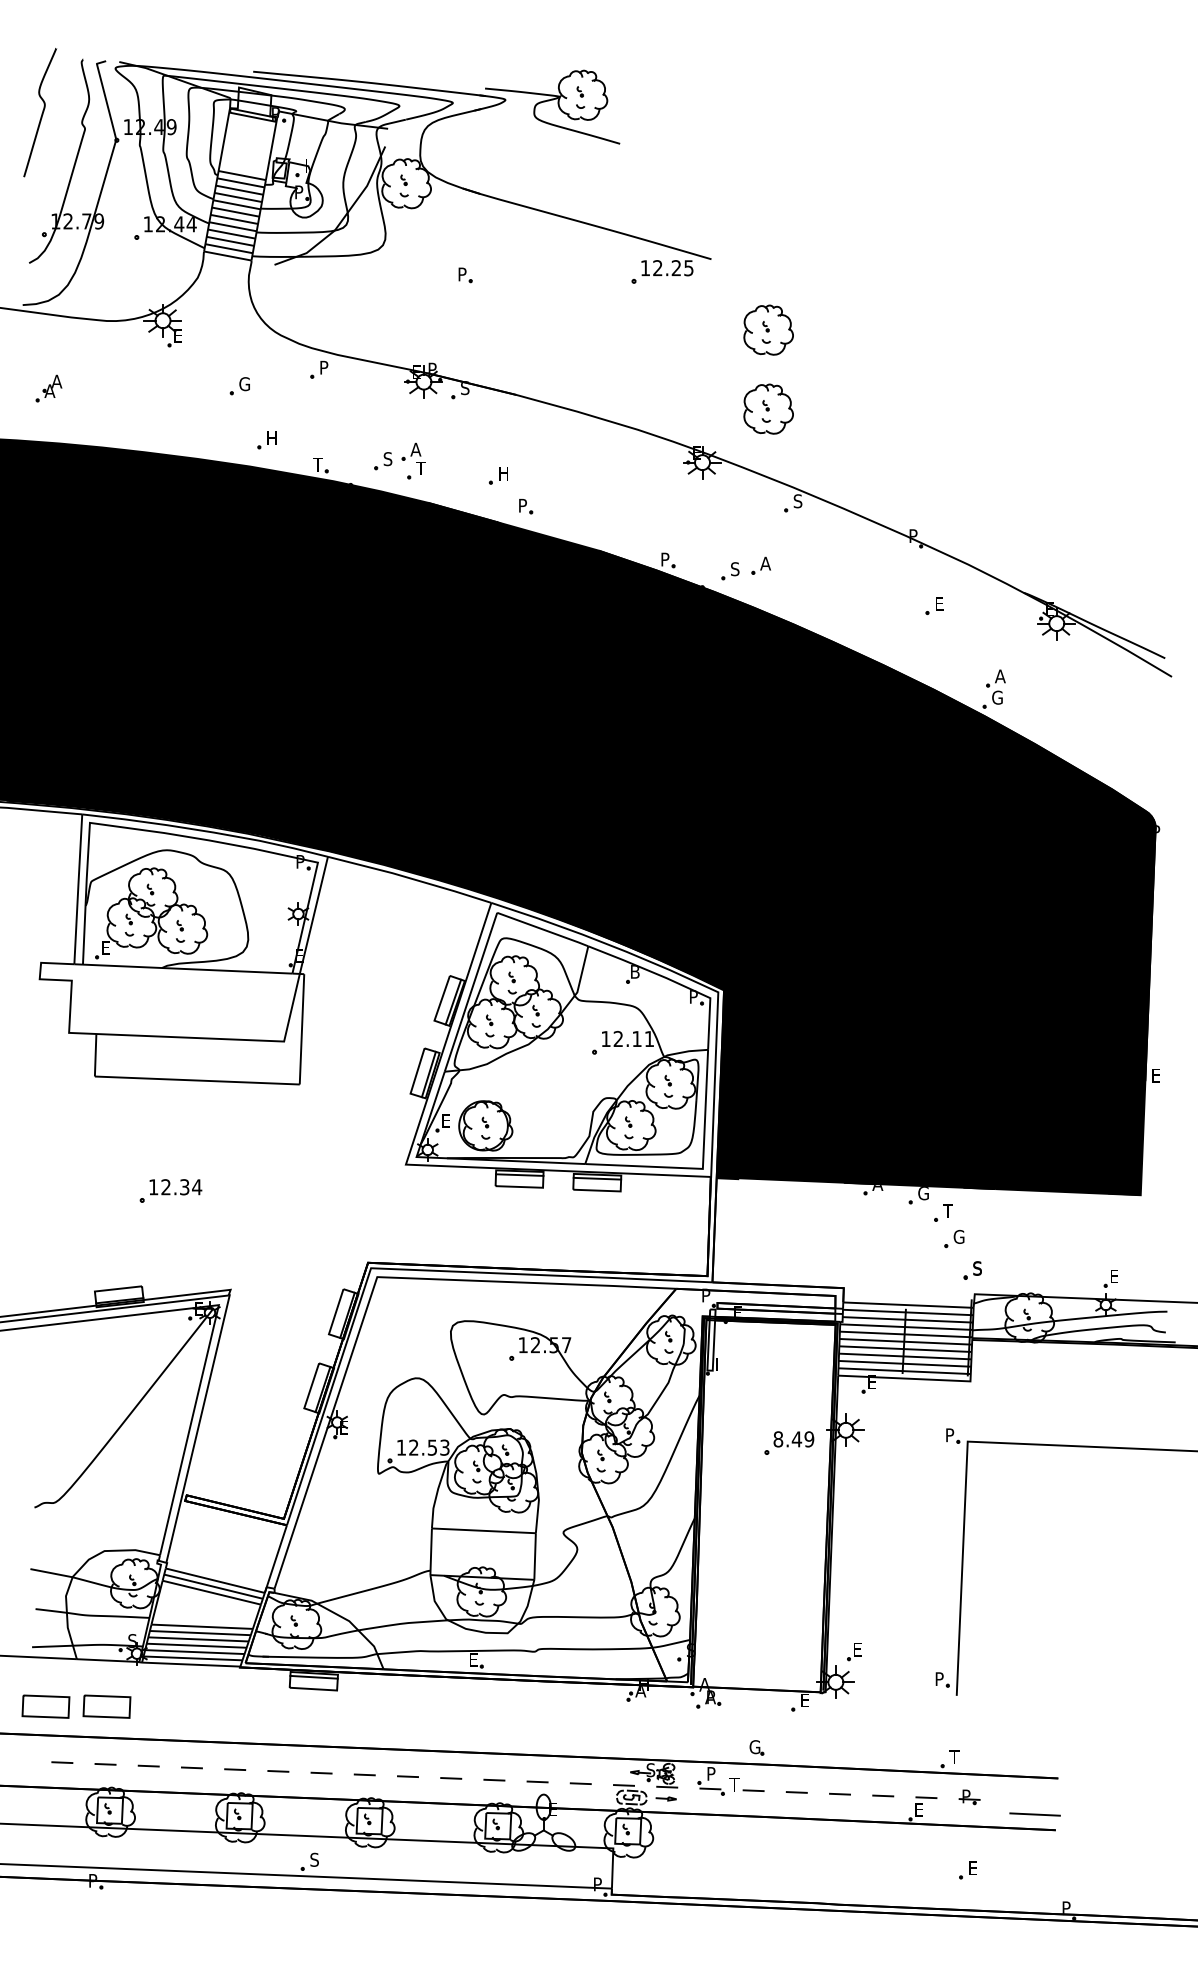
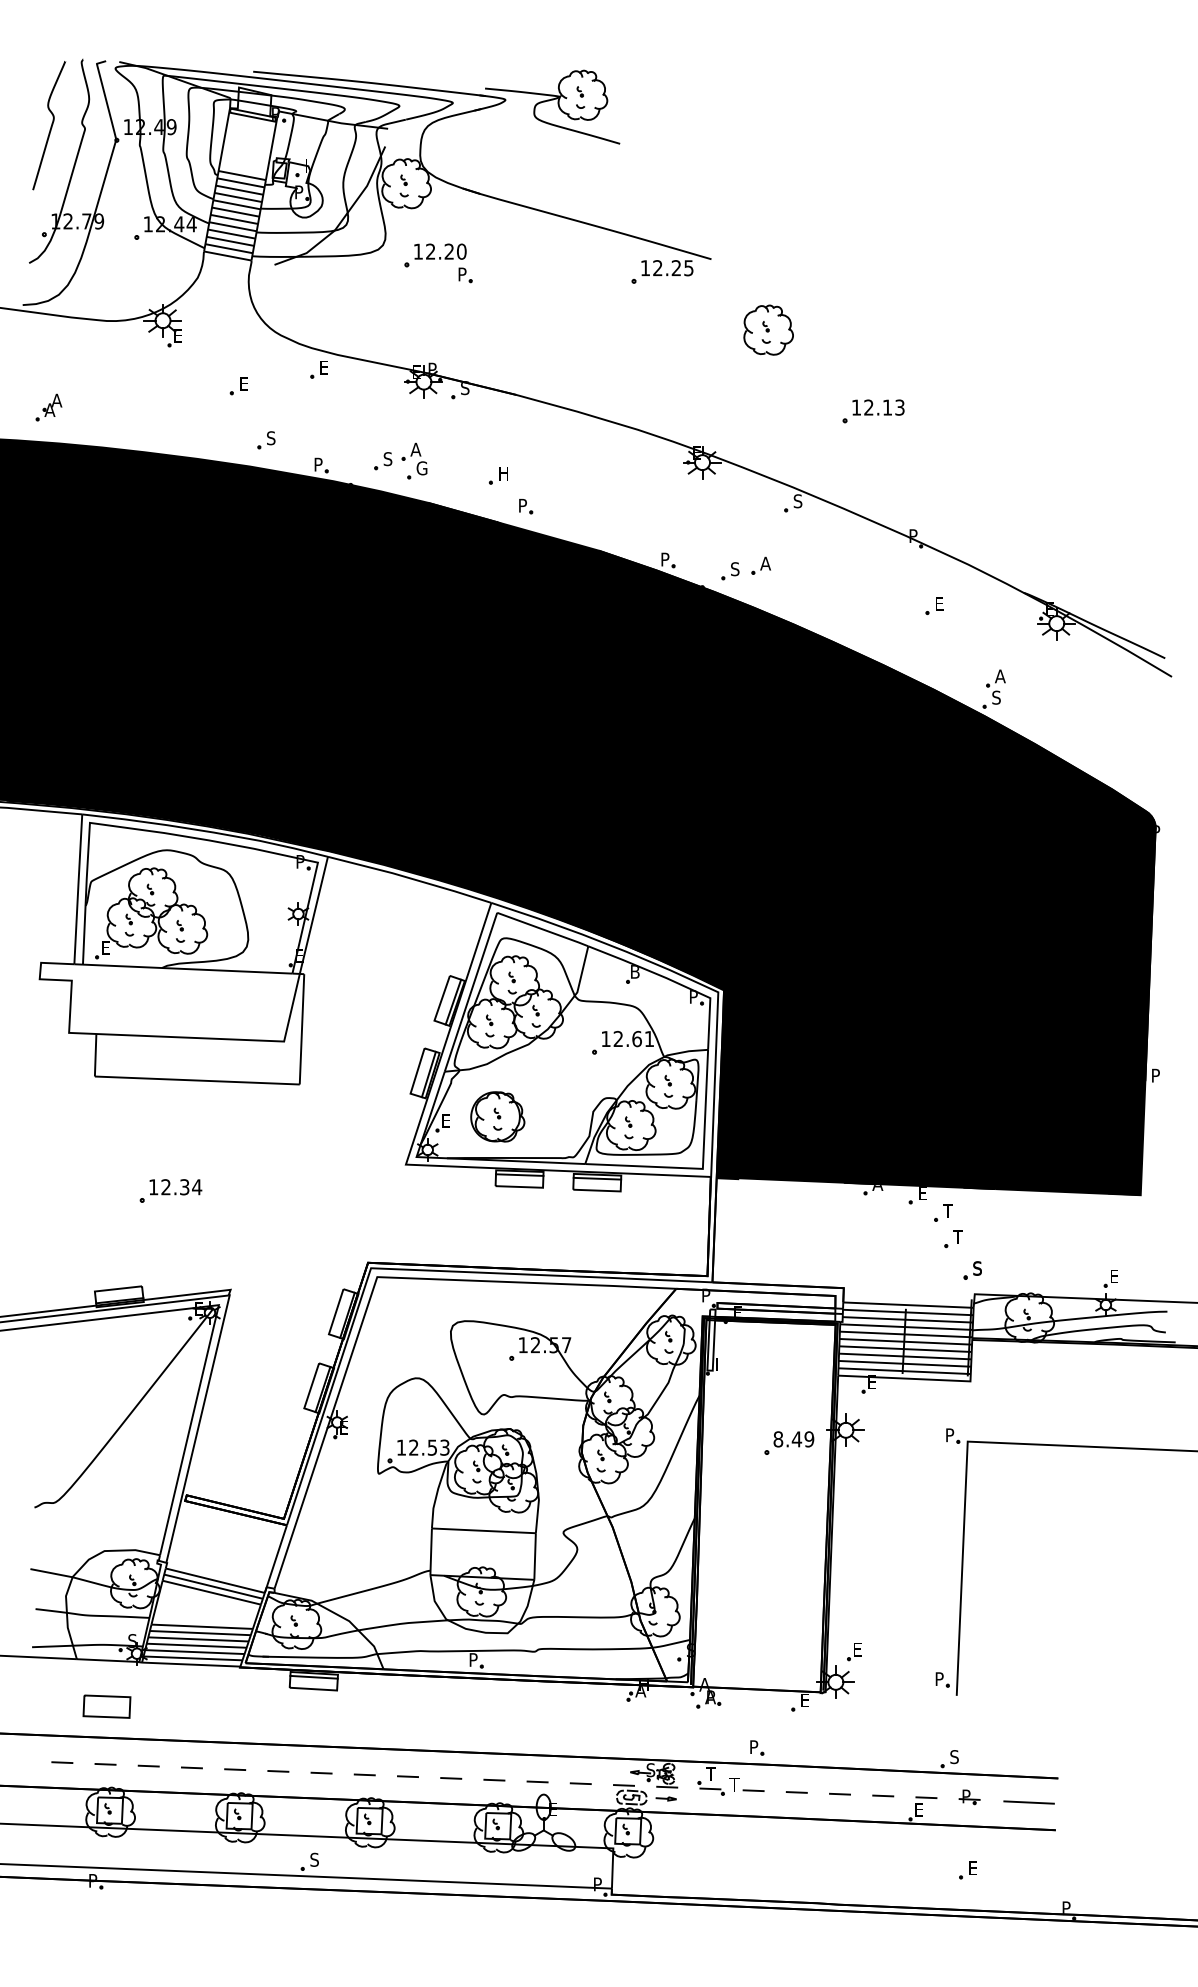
curve at (41, 113) position: (41, 113) -> (50, 126)
part at (435, 255): none -> present
text at (324, 367): P -> E
text at (244, 384): G -> E
part at (48, 388) position: (48, 388) -> (48, 407)
part at (768, 408): present -> none
part at (873, 411): none -> present
text at (271, 438): H -> S
text at (317, 464): T -> P
text at (421, 468): T -> G
text at (997, 697): G -> S
text at (636, 1038): 12.11 -> 12.61
text at (1155, 1075): E -> P
part at (485, 1125) position: (485, 1125) -> (497, 1116)
text at (923, 1193): G -> E
text at (958, 1236): G -> T
text at (473, 1659): E -> P
part at (45, 1706): present -> none
text at (754, 1747): G -> P
text at (954, 1757): T -> S
text at (710, 1773): P -> T
line at (1034, 1814) position: (1034, 1814) -> (1028, 1802)
